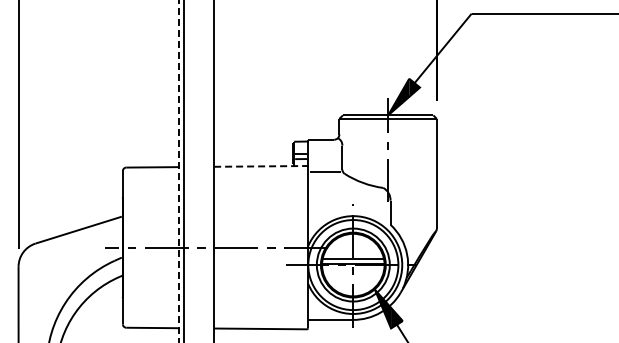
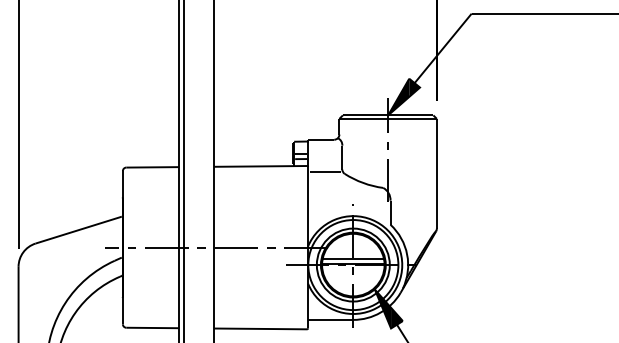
line at (261, 166): dashed -> solid
line at (179, 171): dashed -> solid
